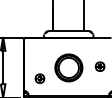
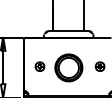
part at (39, 78) position: (39, 78) -> (39, 66)
